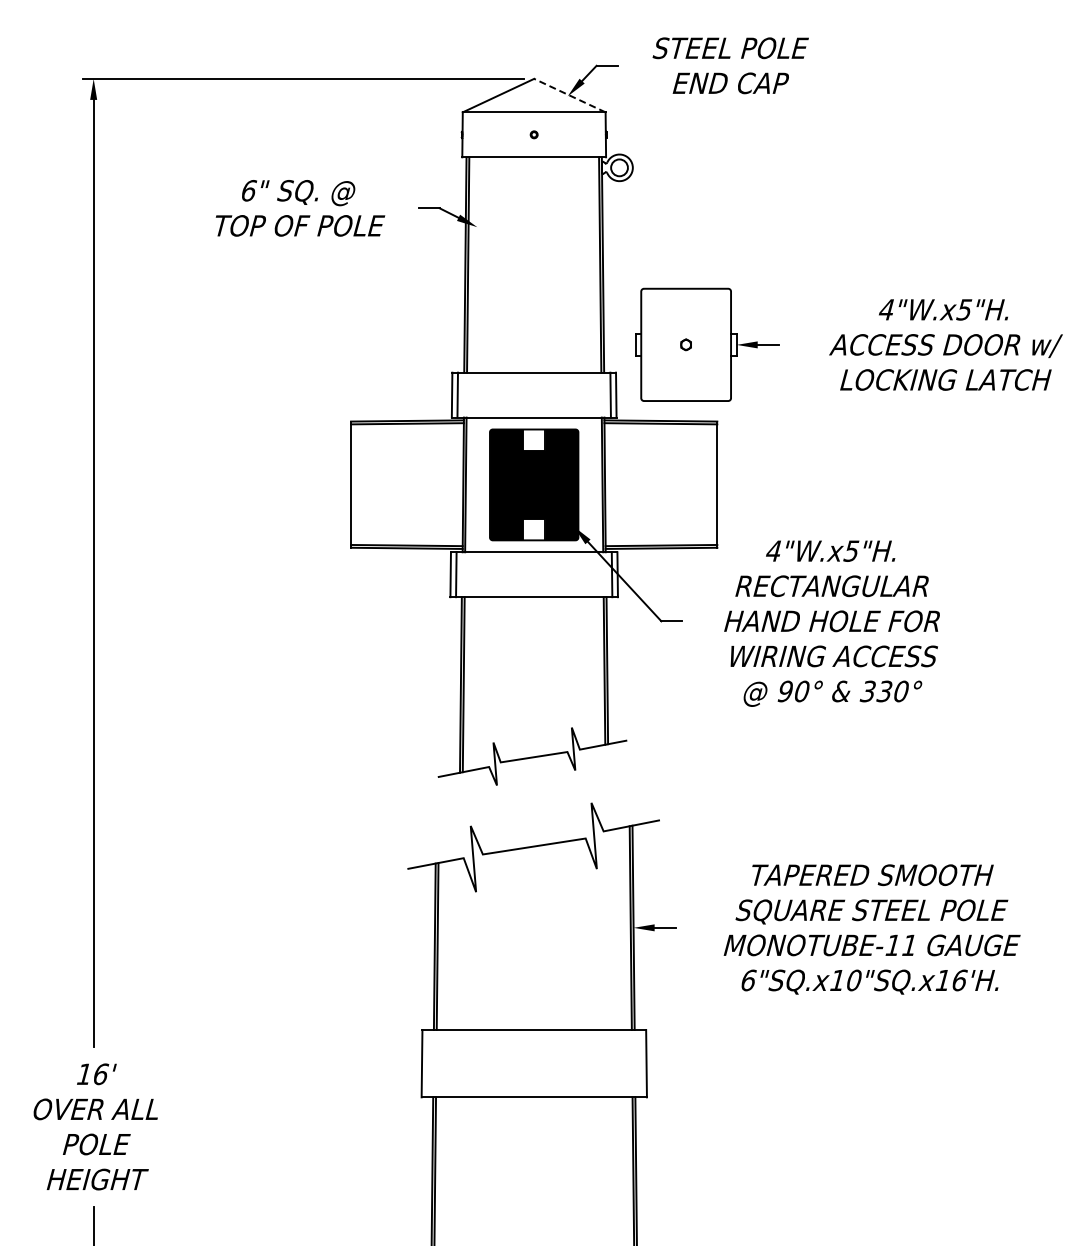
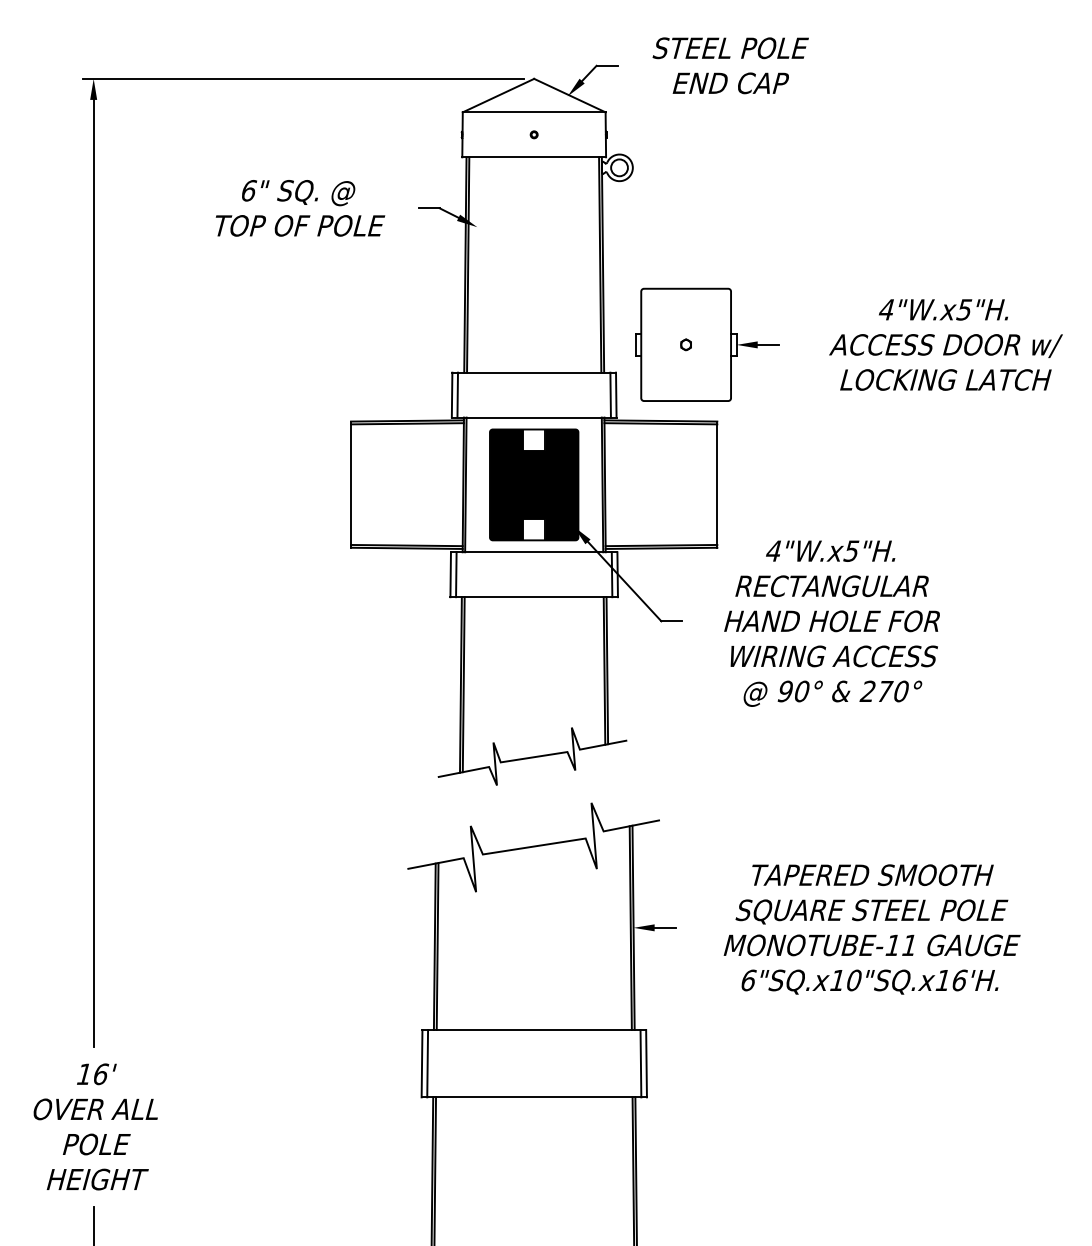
line at (569, 95): dashed -> solid
text at (876, 691): 330° -> 270°
line at (427, 1063): none -> present
line at (640, 1063): none -> present
